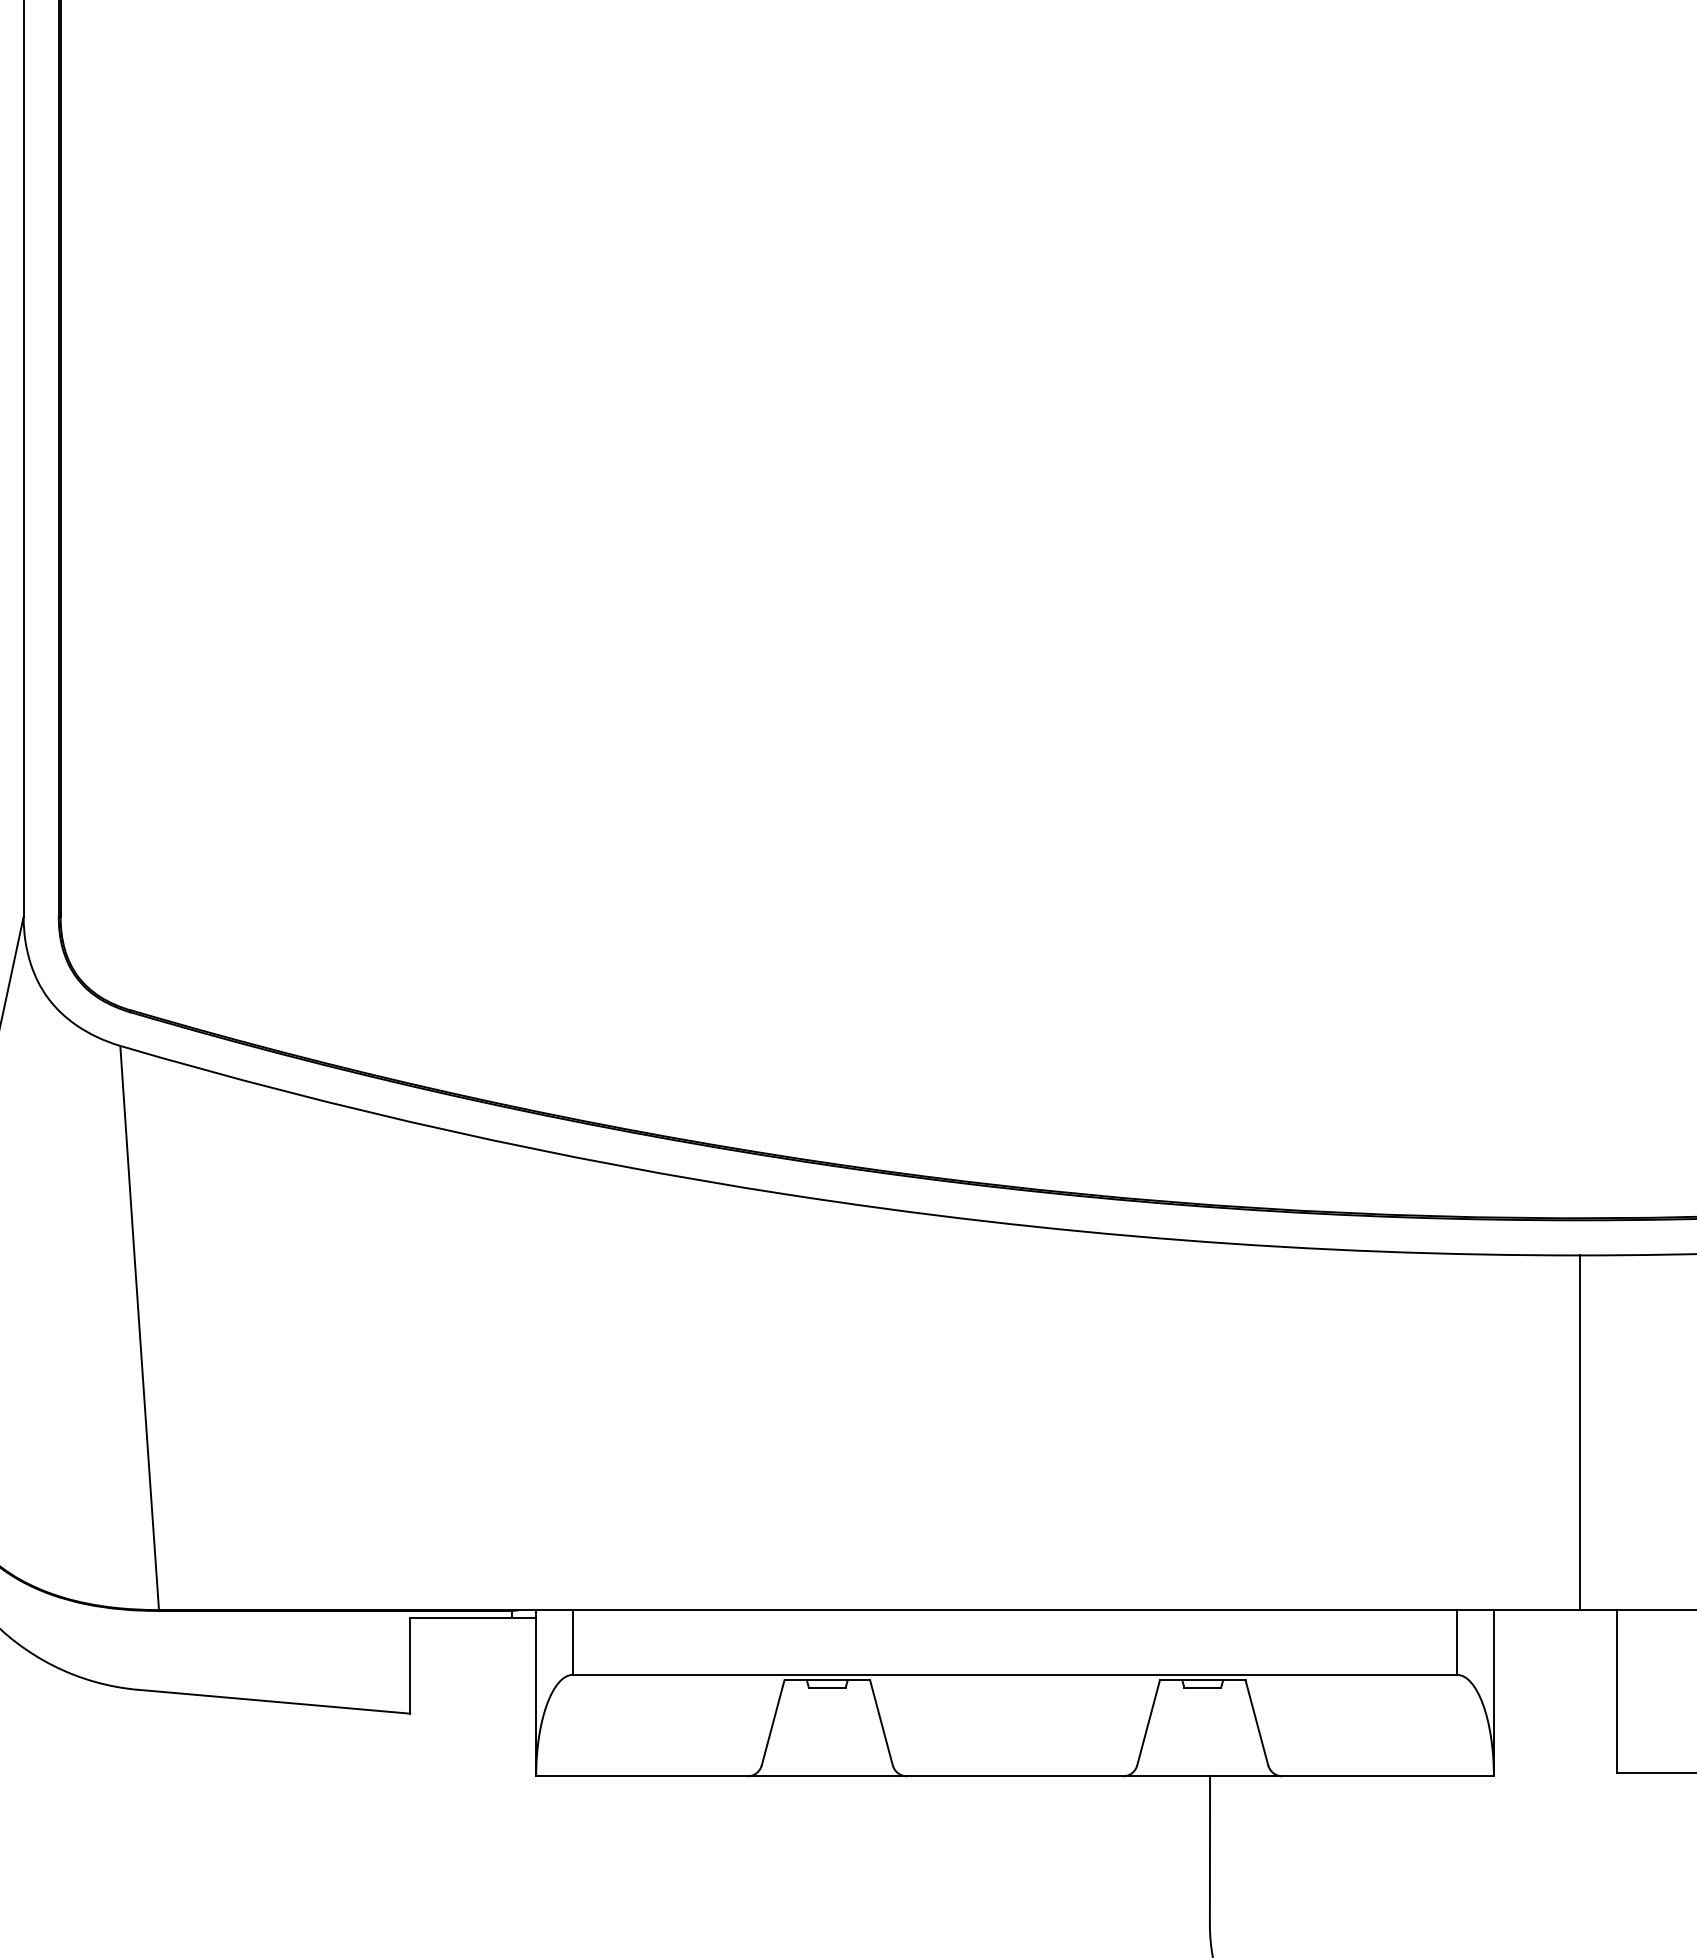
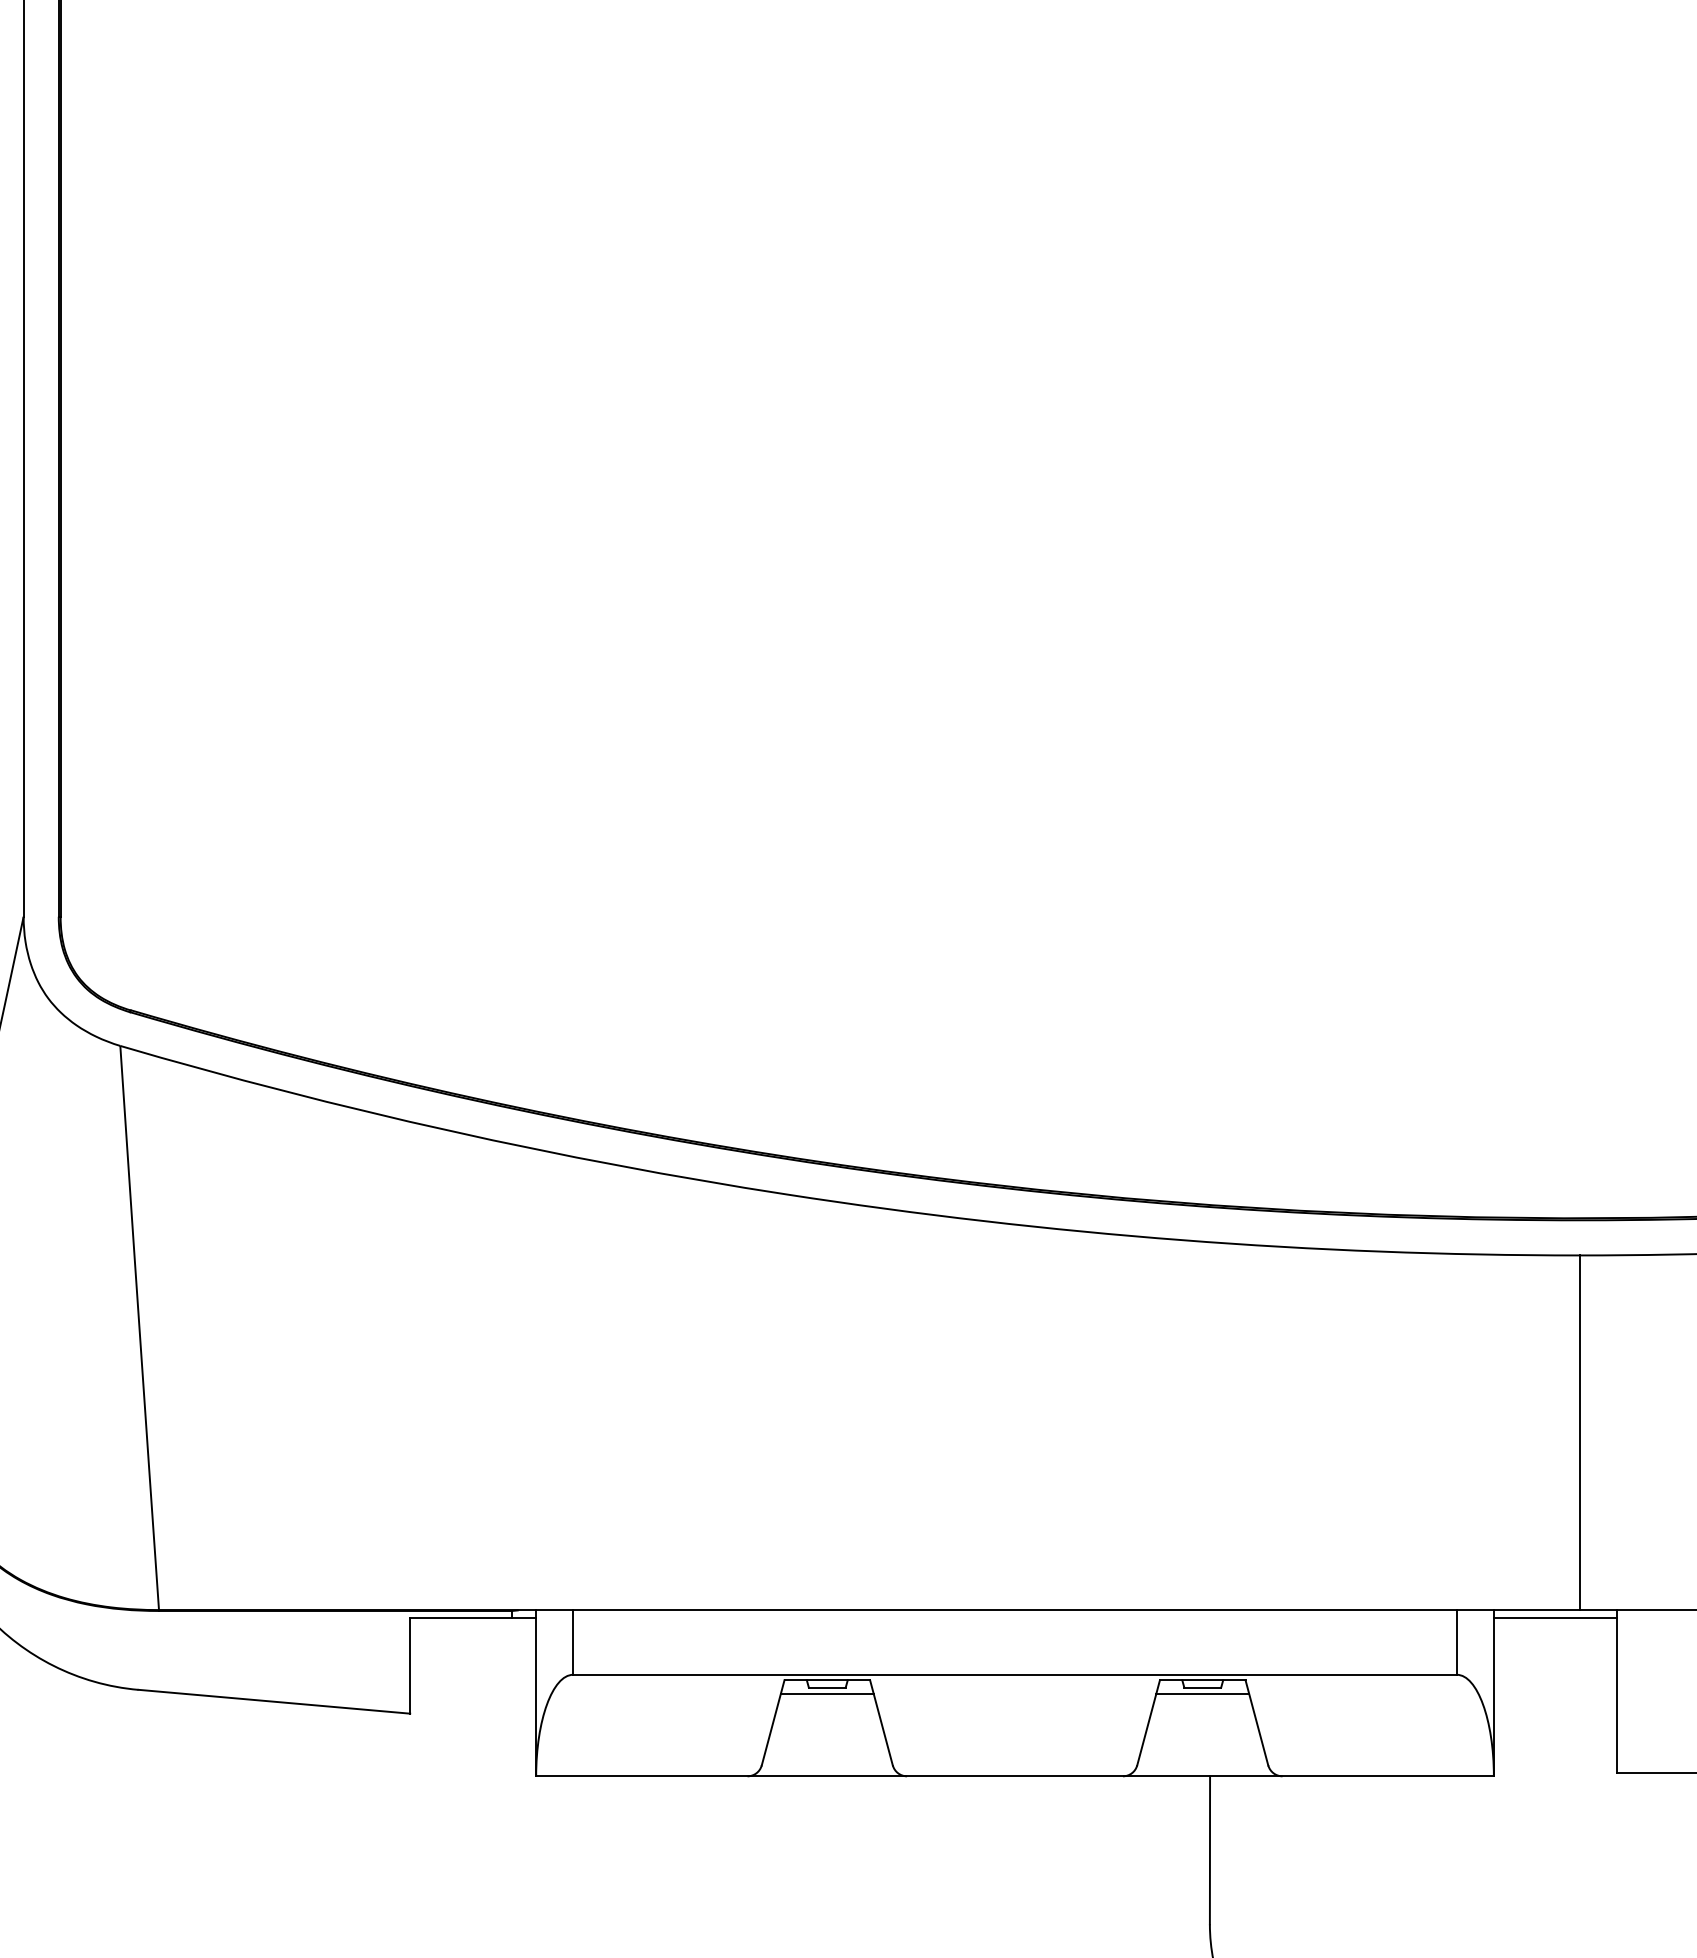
line at (1554, 1617): none -> present
line at (826, 1693): none -> present
line at (1202, 1693): none -> present
